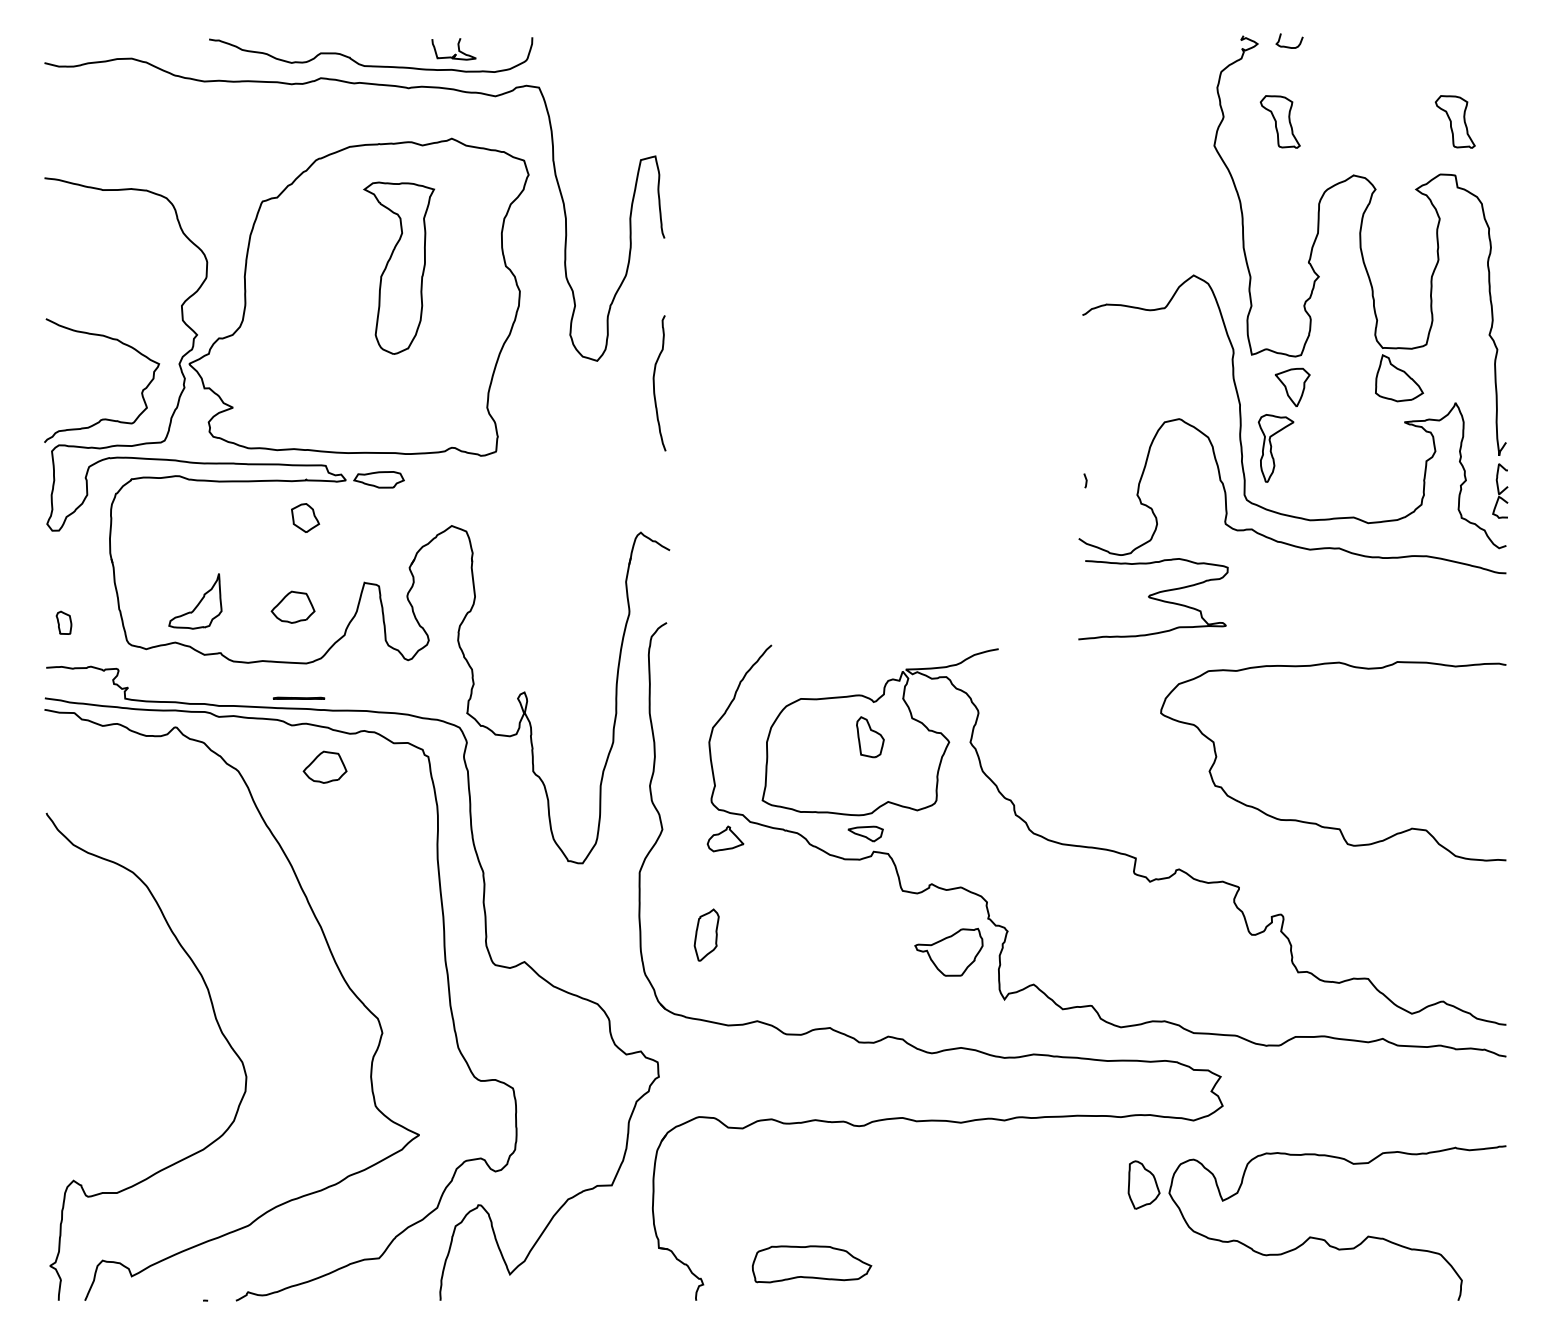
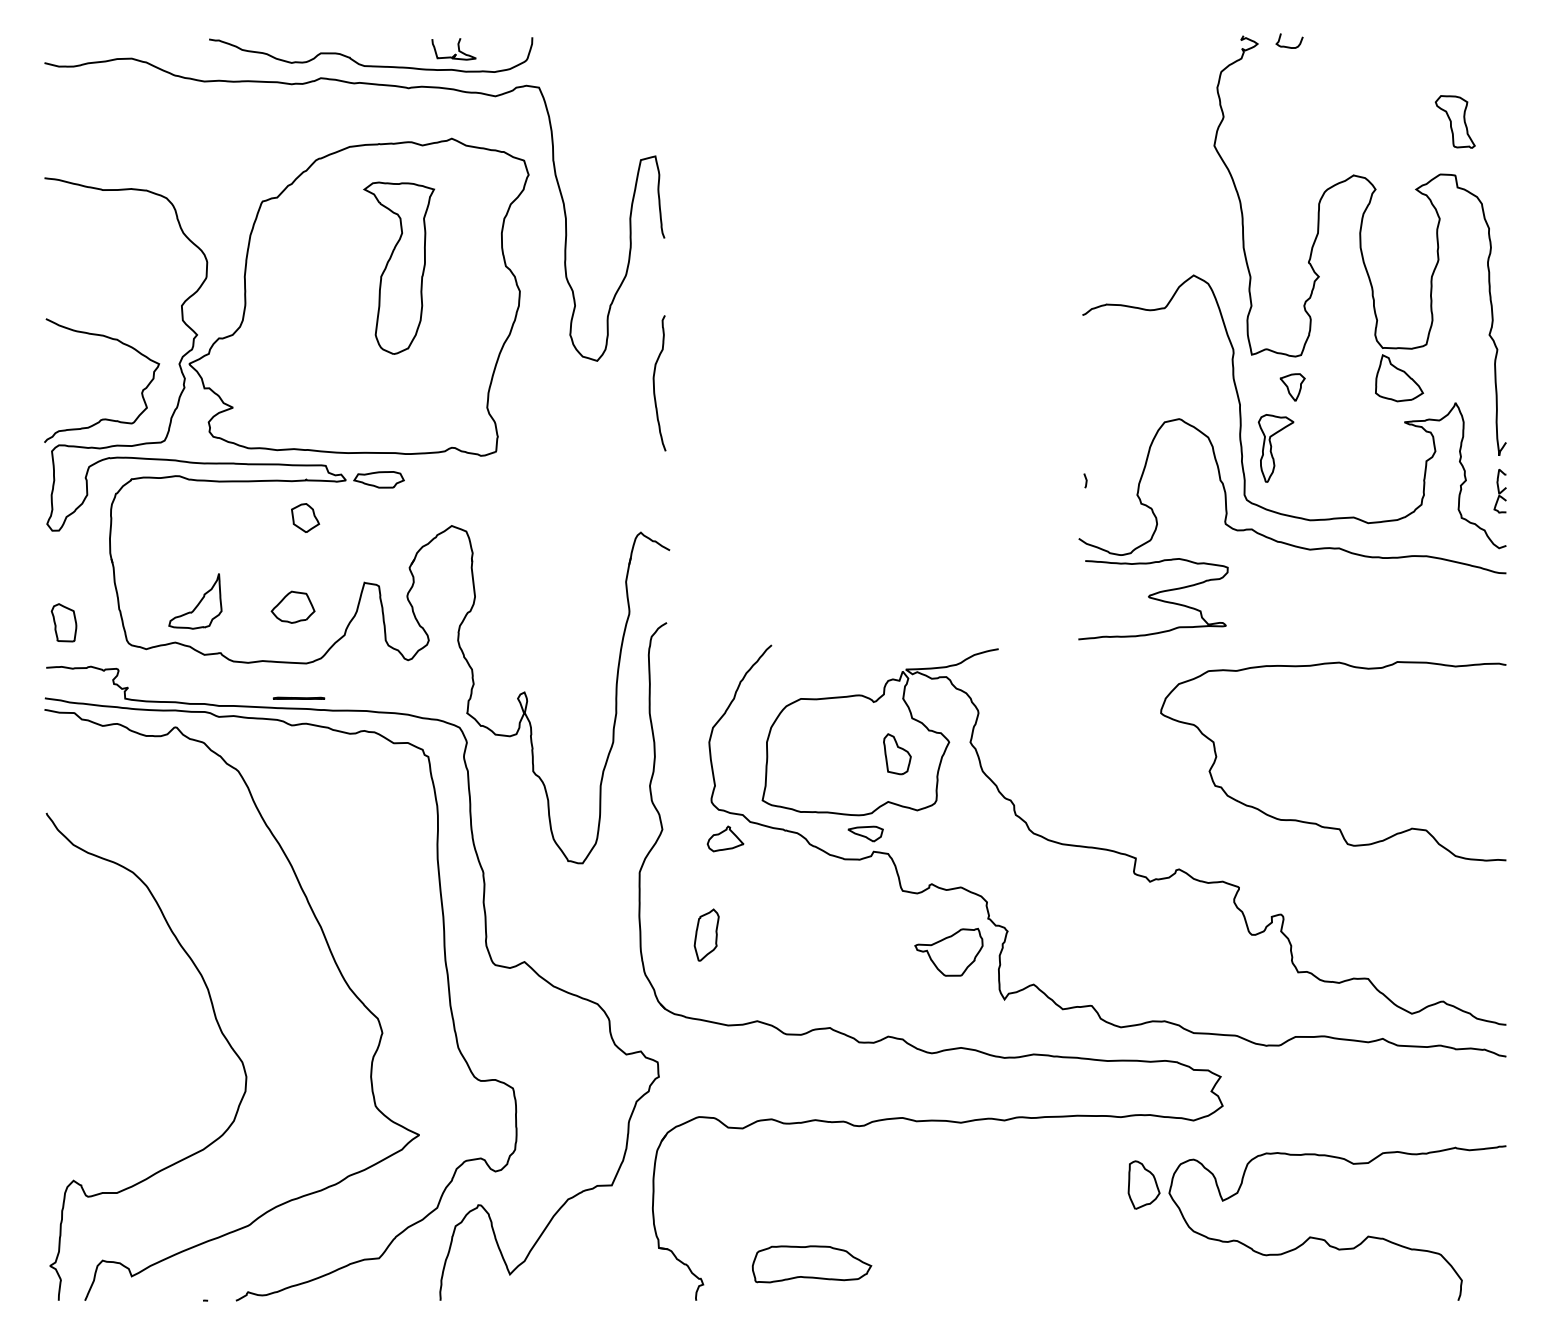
part at (1279, 121): present -> none
part at (1292, 386) size: 37x40 px -> 27x29 px
part at (1500, 490) size: 17x56 px -> 14x45 px
part at (63, 622) size: 18x25 px -> 28x40 px
part at (870, 737) position: (870, 737) -> (897, 754)
part at (324, 766): present -> none
